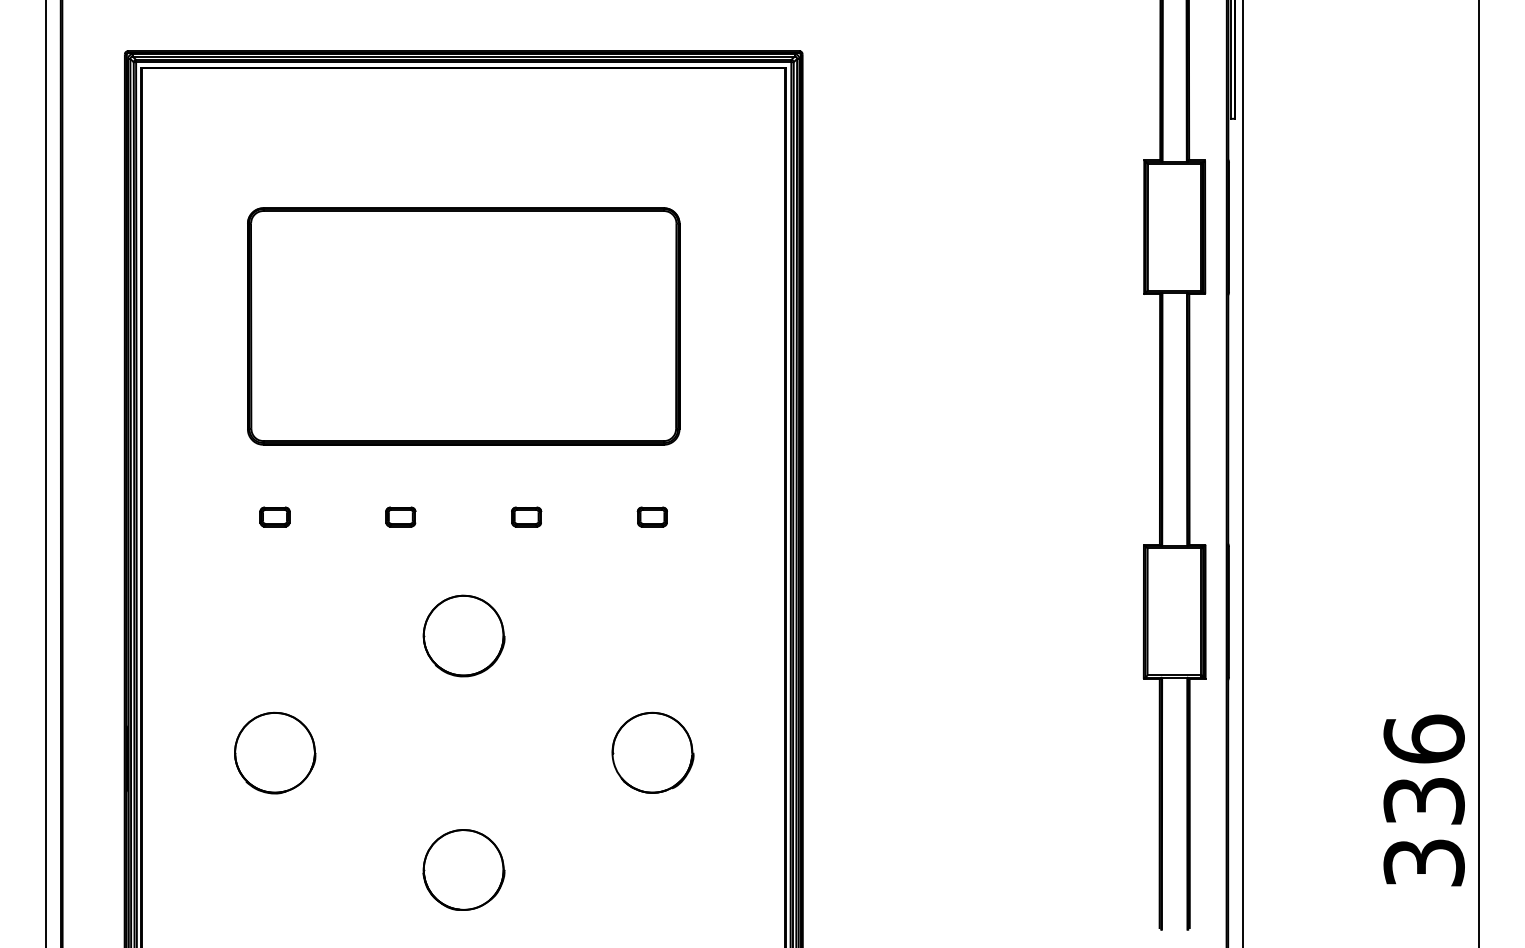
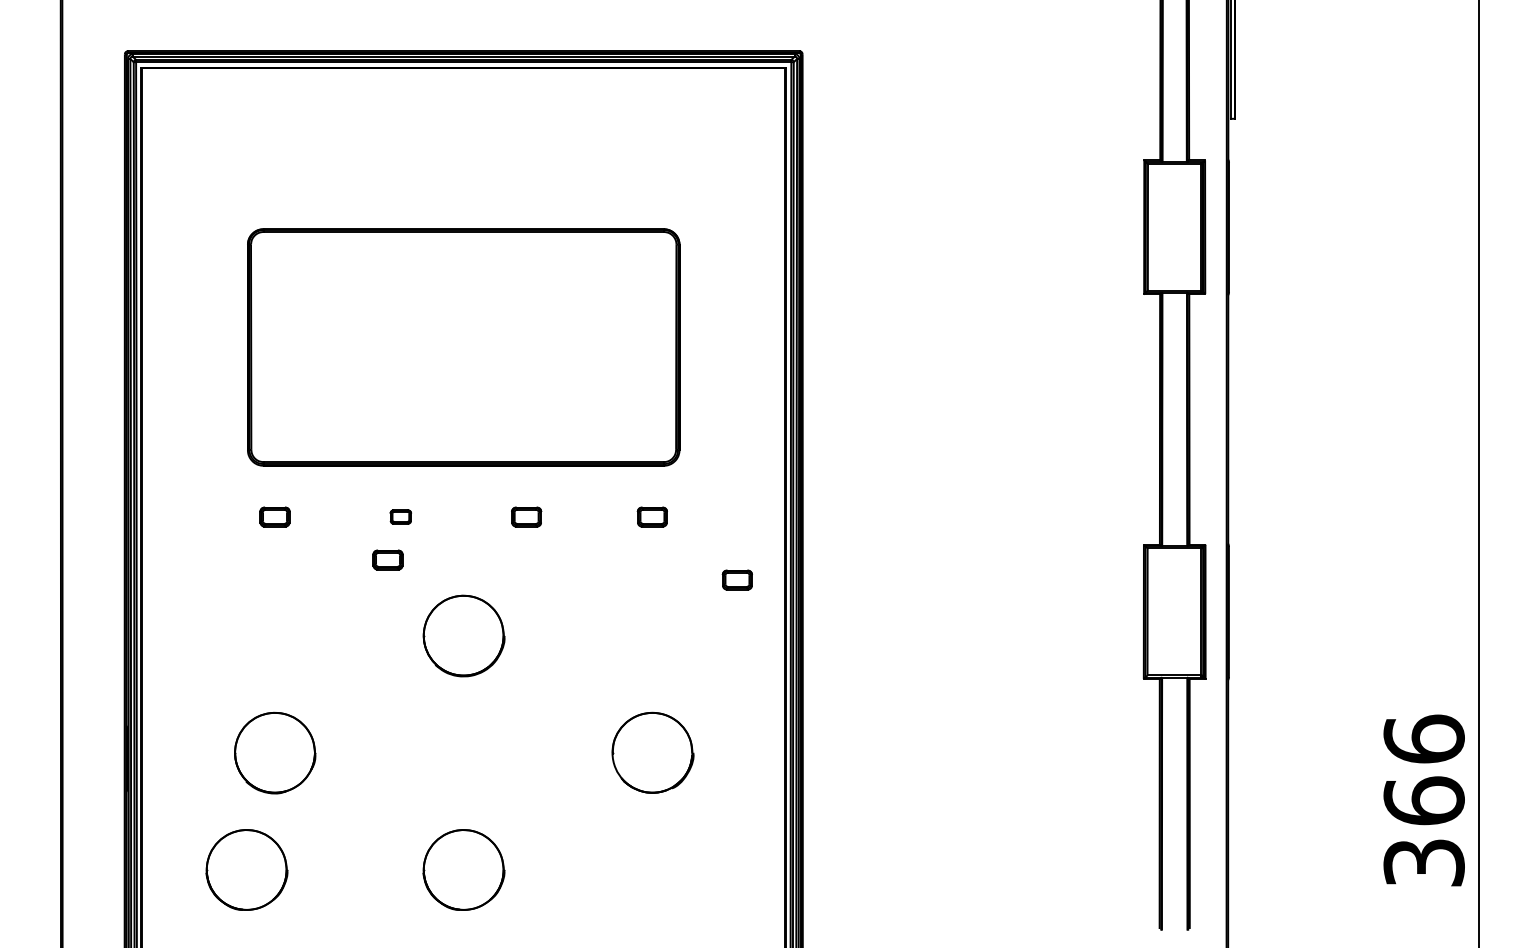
part at (463, 326) position: (463, 326) -> (463, 347)
line at (45, 473): present -> none
line at (1243, 473): present -> none
part at (400, 516) size: 32x22 px -> 23x16 px
part at (387, 559): none -> present
part at (736, 579): none -> present
text at (1423, 800): 336 -> 366
part at (246, 869): none -> present
